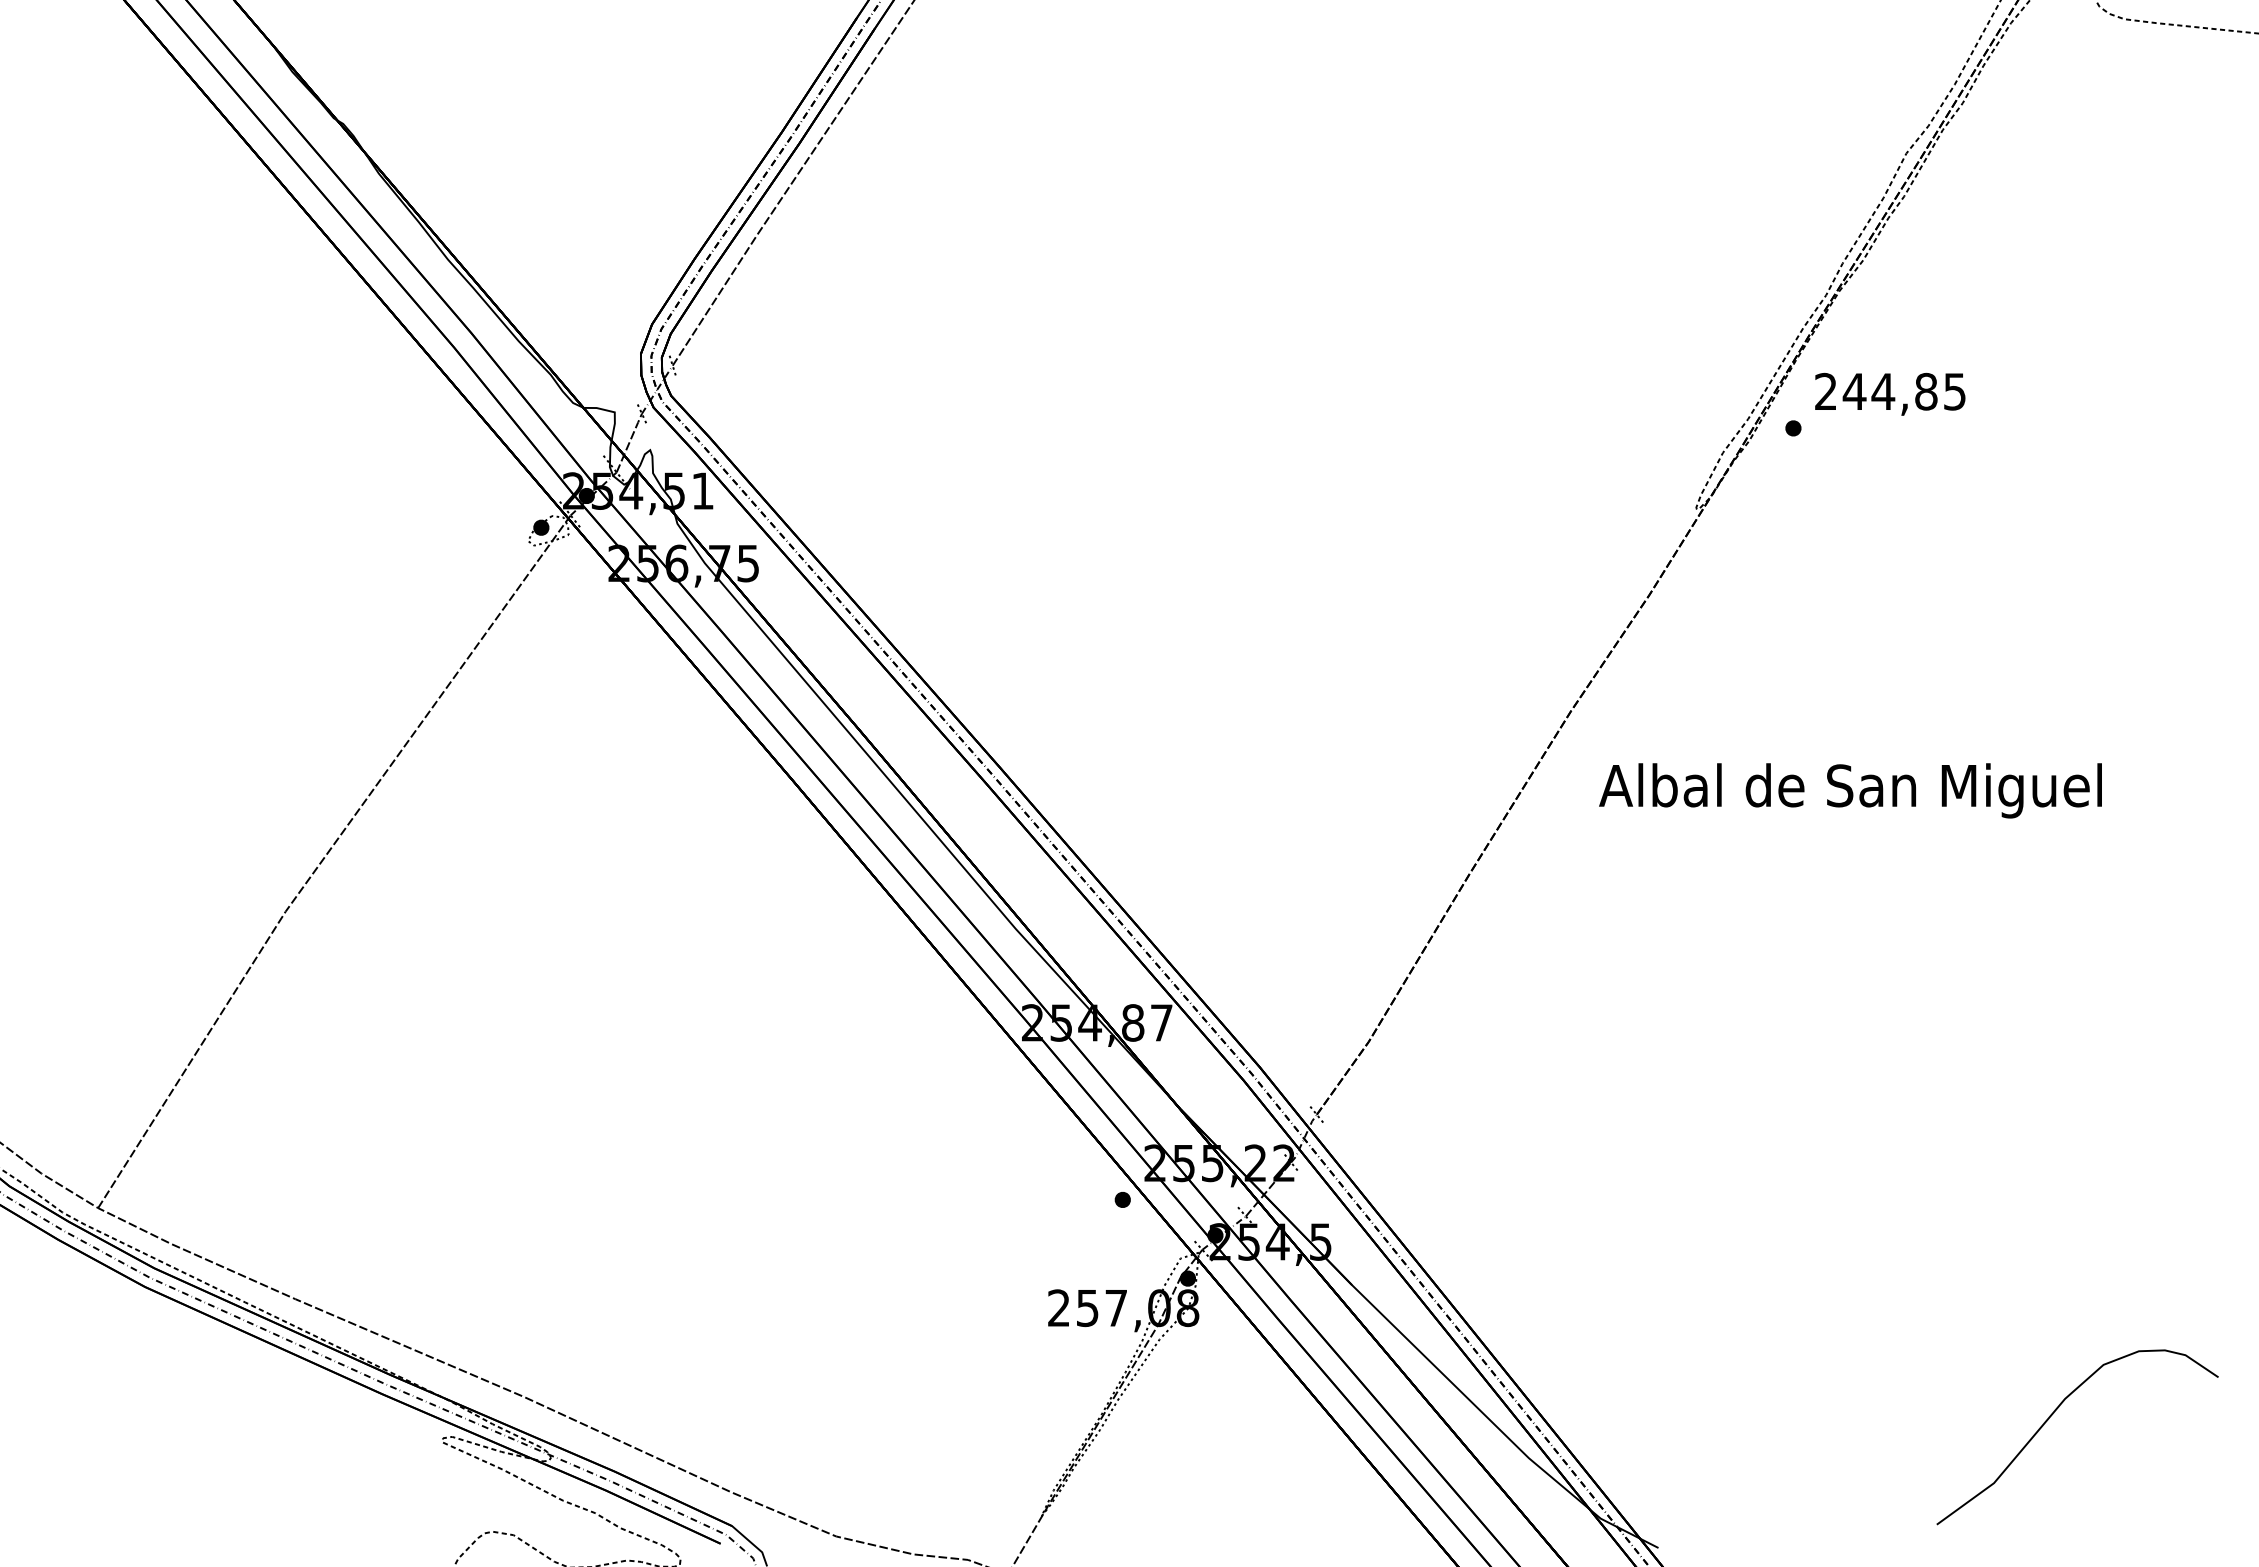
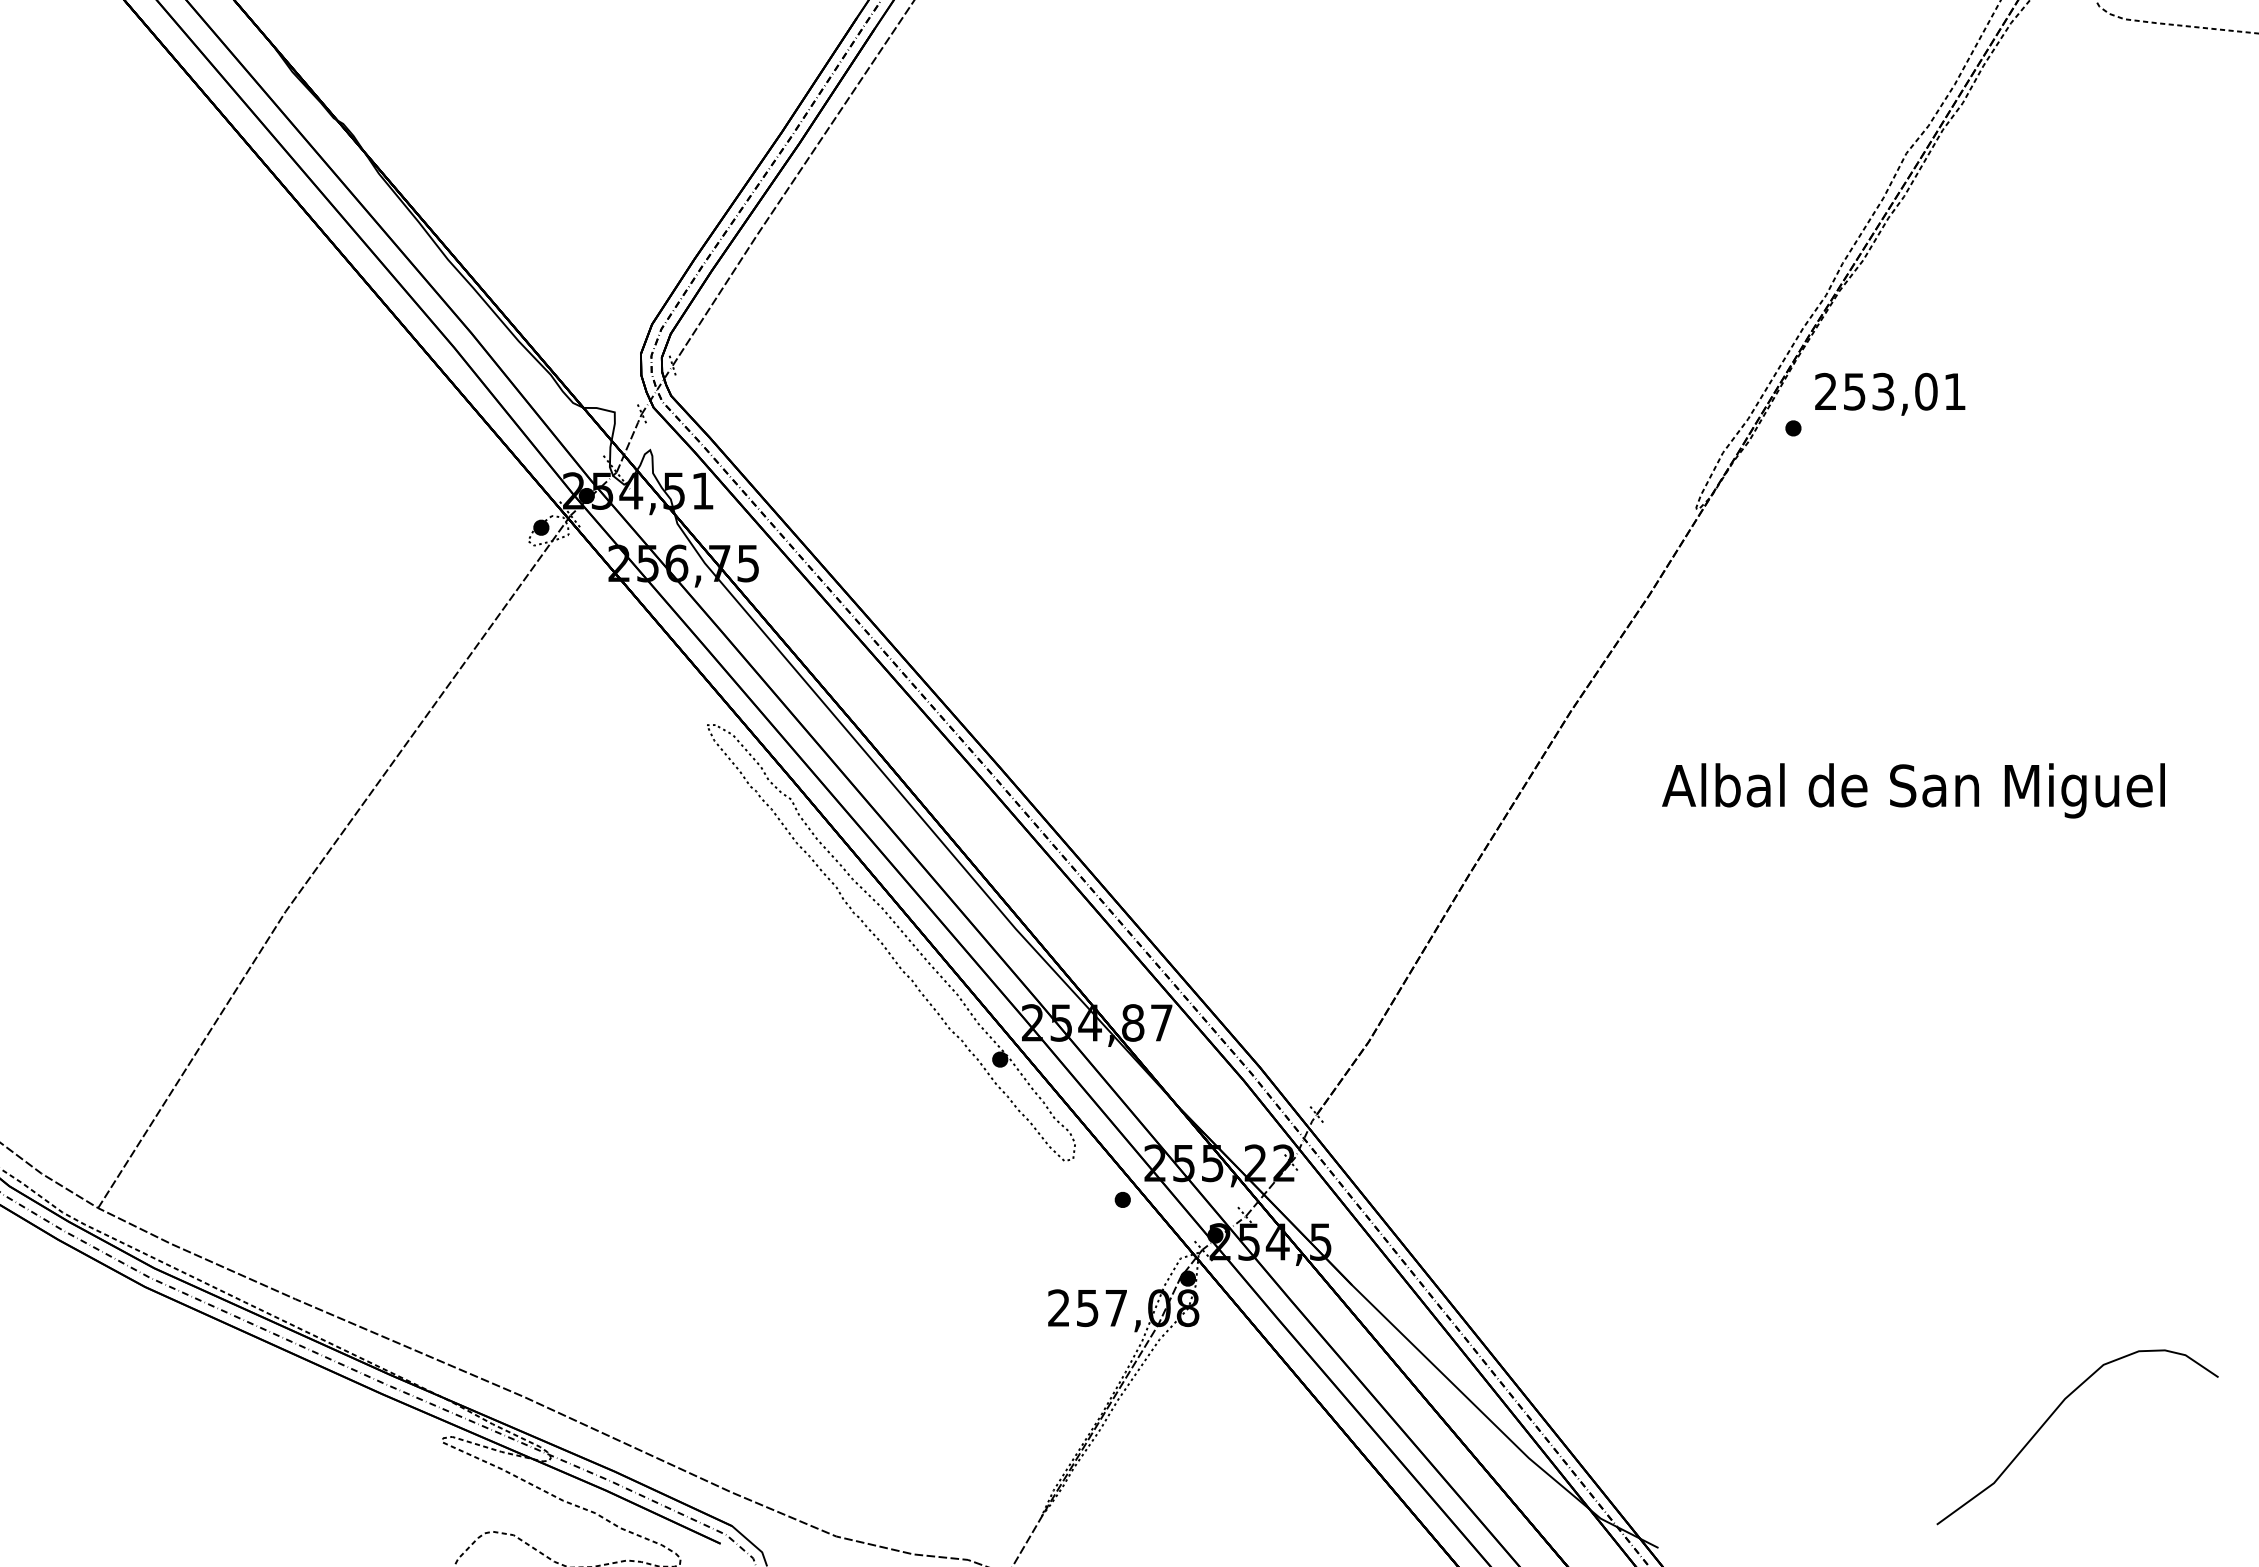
text at (1903, 391): 244,85 -> 253,01
text at (1850, 790) position: (1850, 790) -> (1913, 790)
part at (886, 947): none -> present
